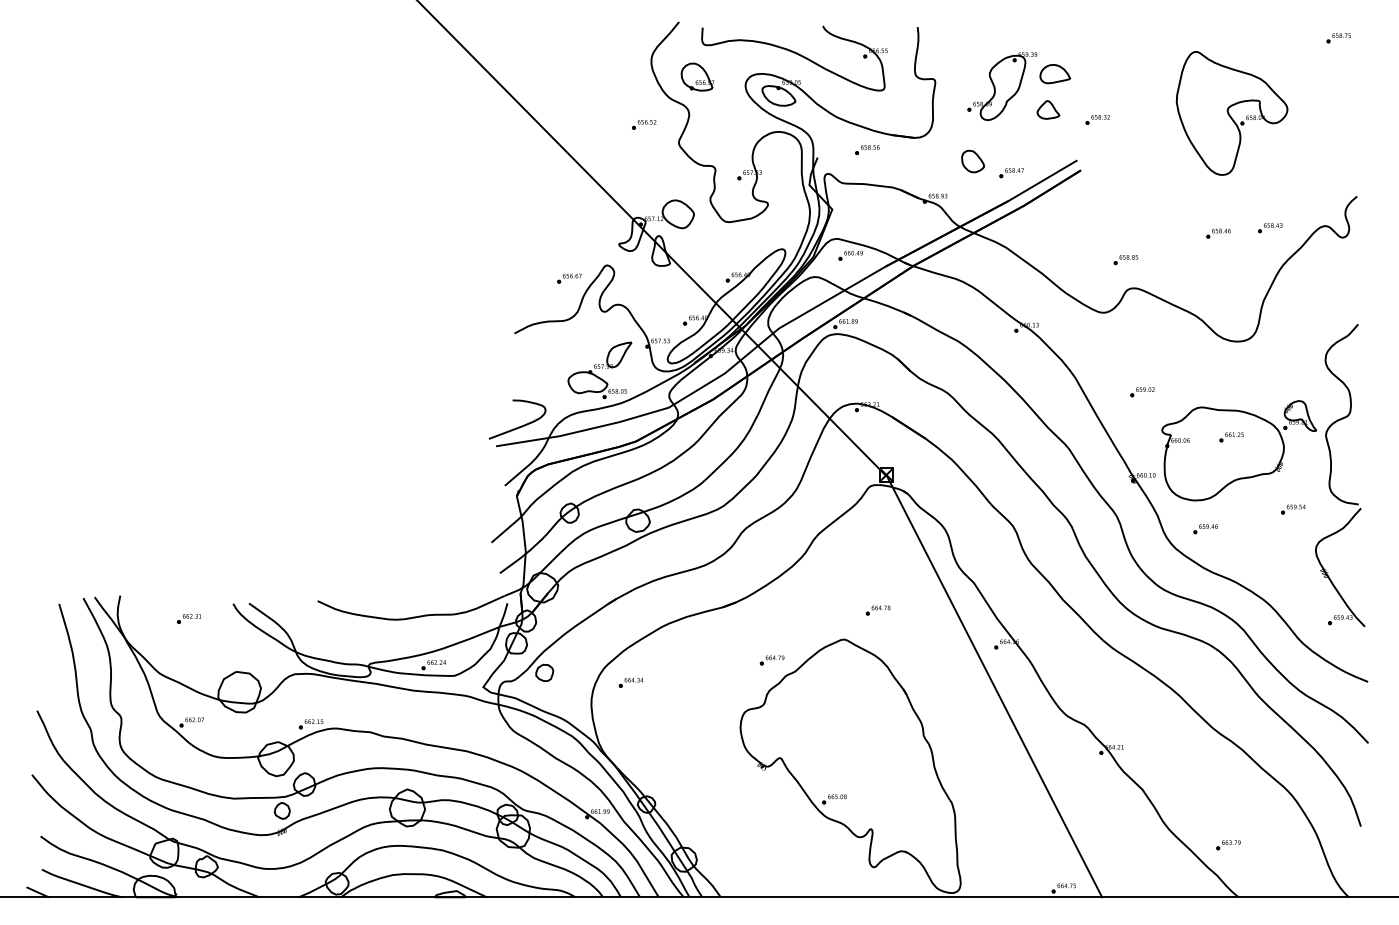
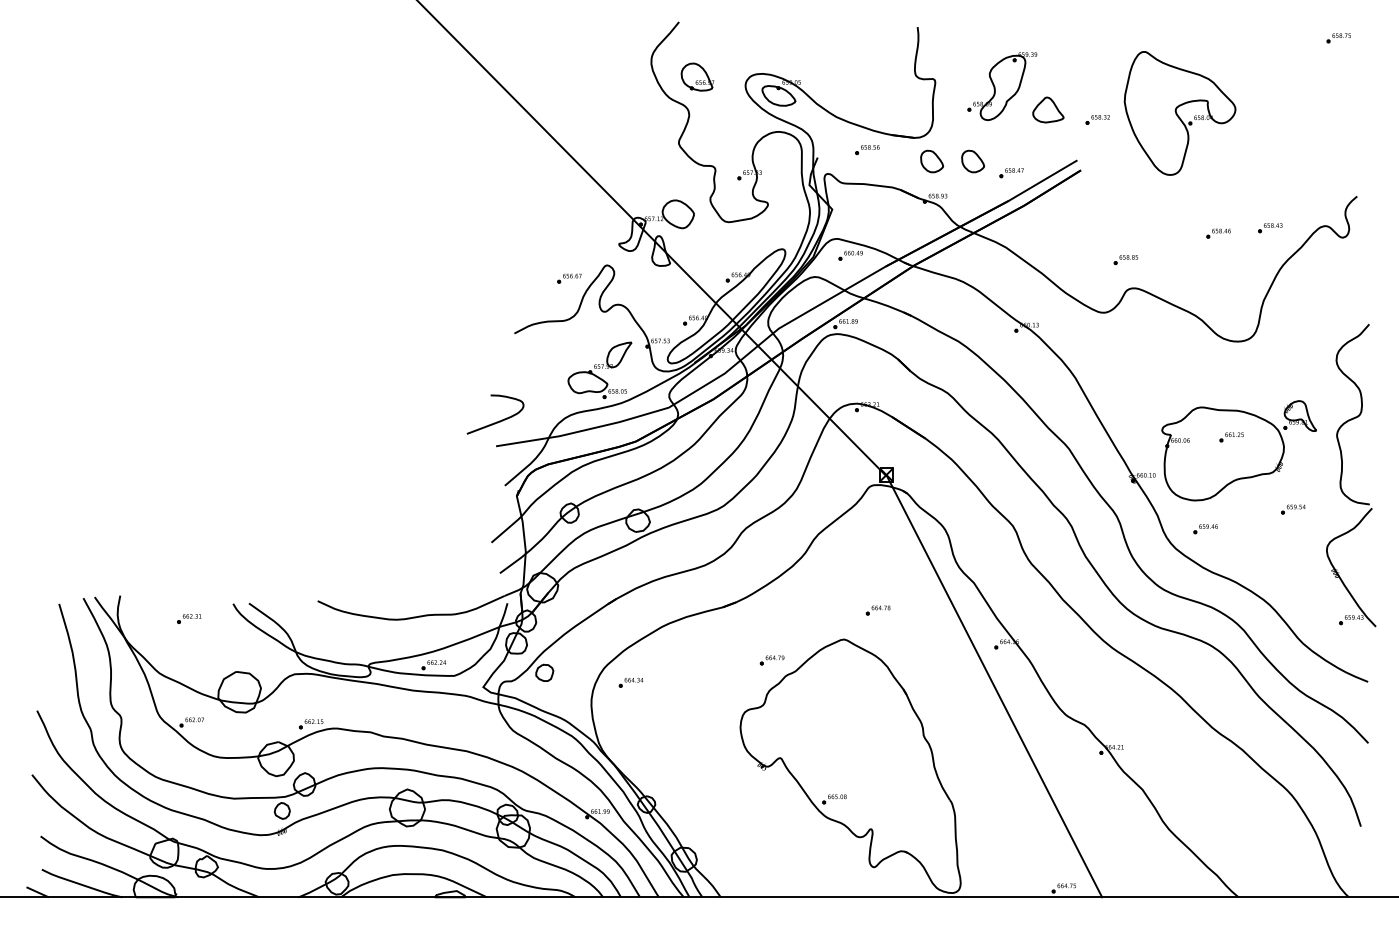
part at (794, 58): present -> none
part at (1054, 74): present -> none
part at (1048, 109) size: 25x20 px -> 33x28 px
part at (1231, 113) position: (1231, 113) -> (1179, 113)
part at (644, 124): present -> none
part at (932, 161): none -> present
part at (1142, 392): present -> none
curve at (518, 426) position: (518, 426) -> (496, 421)
part at (1331, 475) position: (1331, 475) -> (1342, 475)
part at (1228, 845): present -> none
